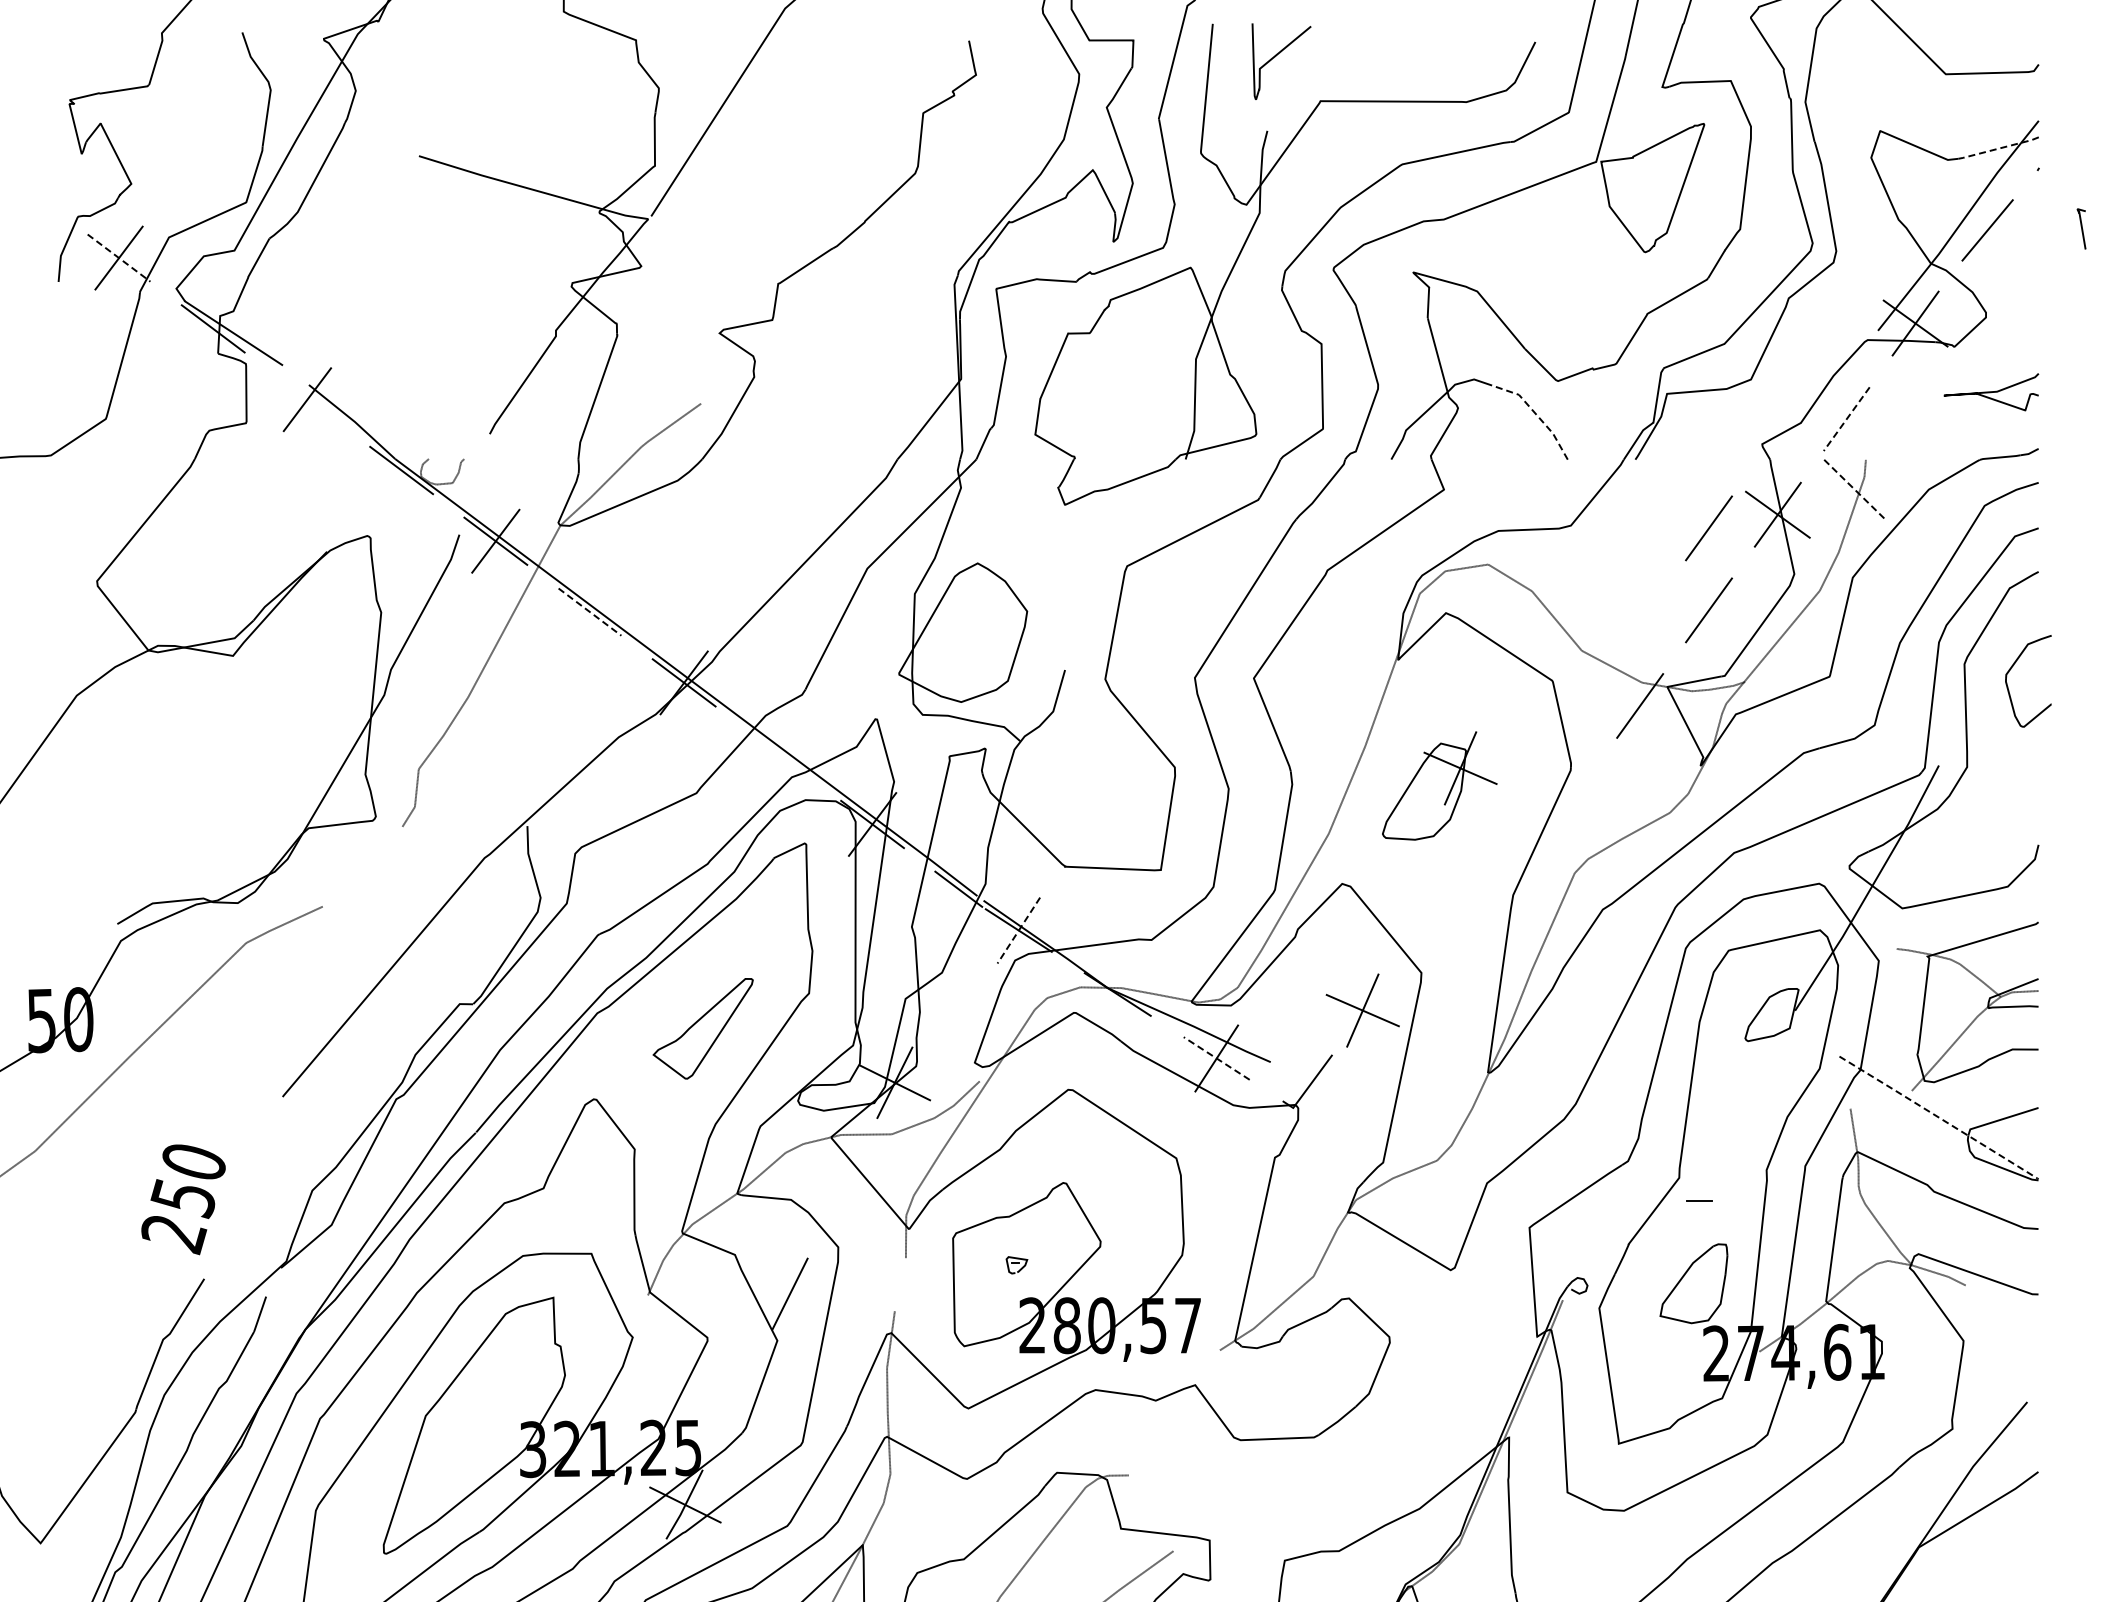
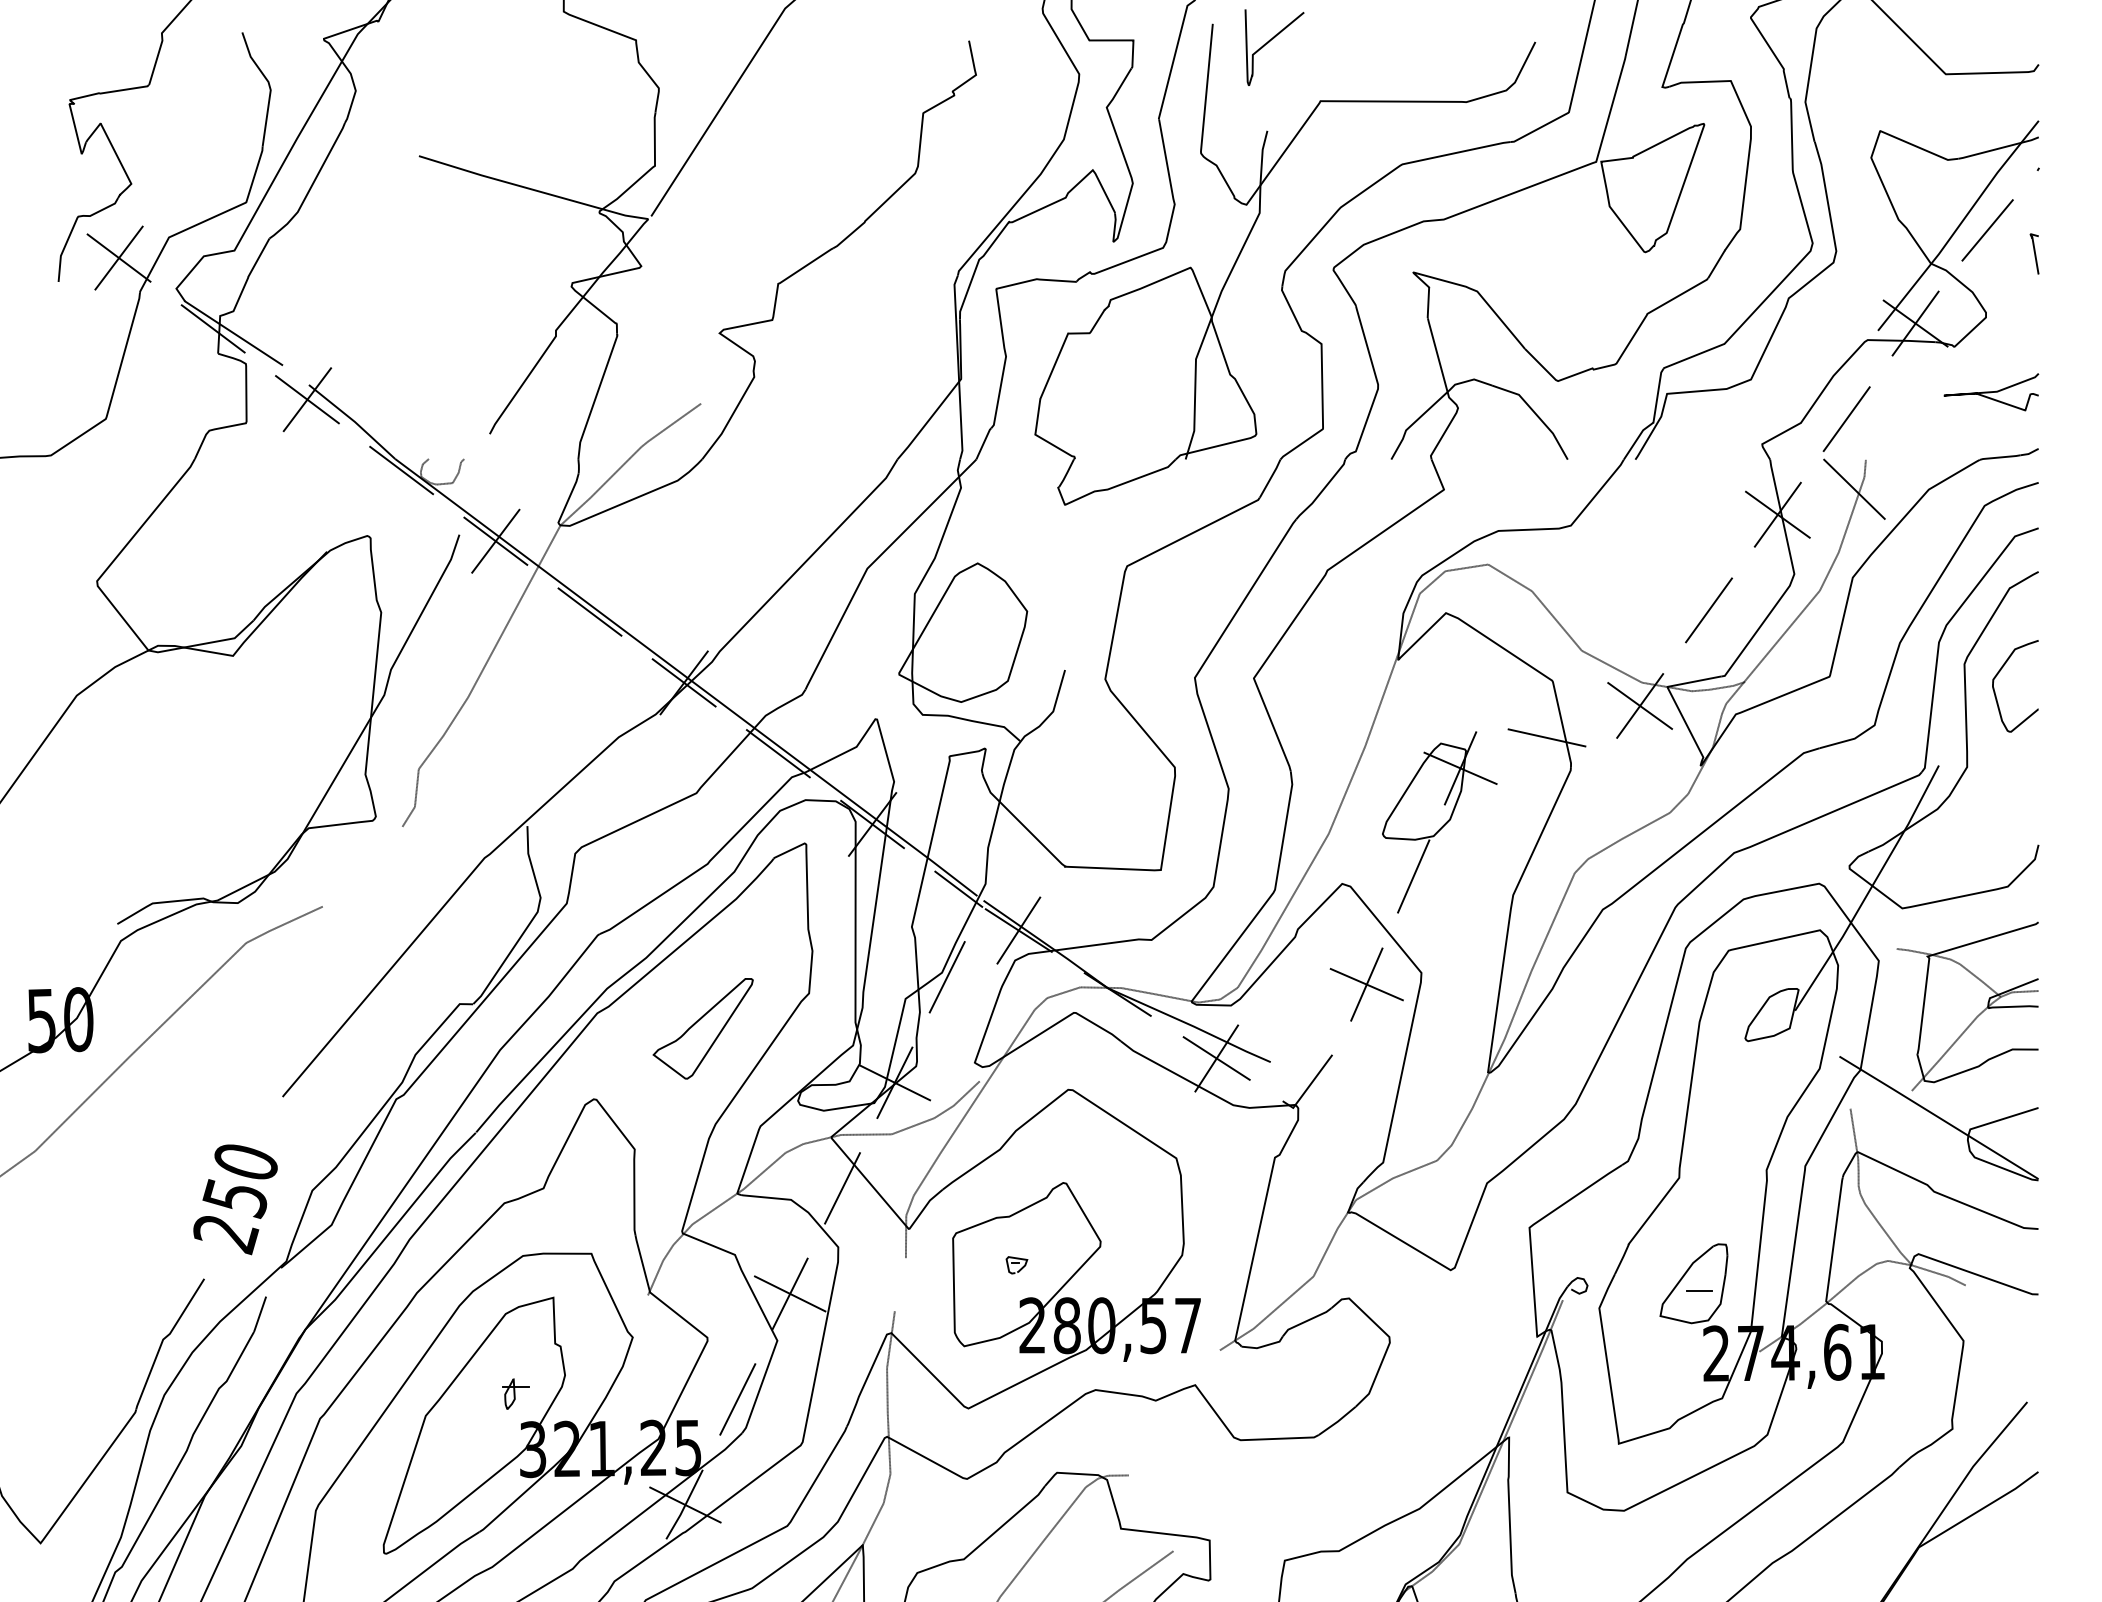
curve at (1276, 56) position: (1276, 56) -> (1269, 42)
line at (1998, 148): dashed -> solid
curve at (2081, 228) position: (2081, 228) -> (2034, 253)
line at (119, 258): dashed -> solid
line at (307, 399): none -> present
line at (1536, 414): dashed -> solid
line at (1846, 419): dashed -> solid
line at (1854, 489): dashed -> solid
line at (1708, 528): present -> none
line at (590, 612): dashed -> solid
part at (2008, 686) position: (2008, 686) -> (1995, 691)
line at (1640, 705): none -> present
line at (1546, 737): none -> present
line at (777, 753): none -> present
line at (1413, 876): none -> present
line at (1018, 931): dashed -> solid
line at (946, 977): none -> present
part at (1362, 1010) position: (1362, 1010) -> (1366, 984)
line at (1216, 1058): dashed -> solid
line at (1939, 1118): dashed -> solid
line at (842, 1188): none -> present
text at (183, 1199) position: (183, 1199) -> (235, 1199)
line at (1699, 1200) position: (1699, 1200) -> (1699, 1290)
line at (789, 1293): none -> present
part at (515, 1393): none -> present
line at (737, 1399): none -> present
